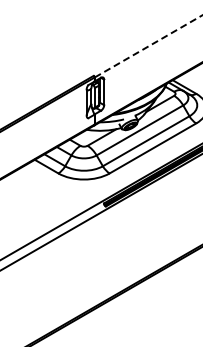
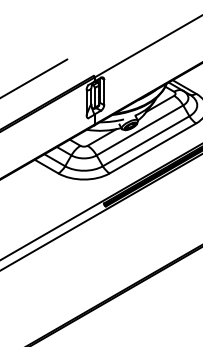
line at (149, 46): dashed -> solid
line at (34, 78): none -> present
